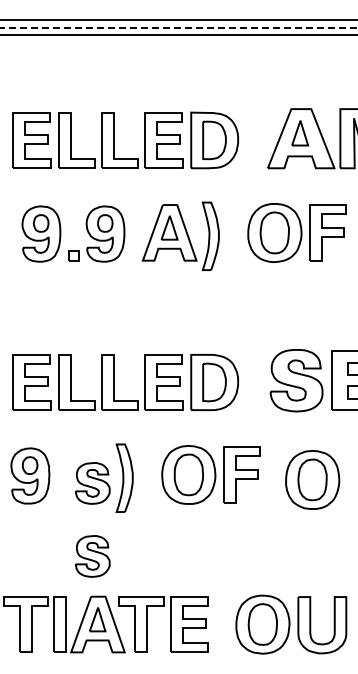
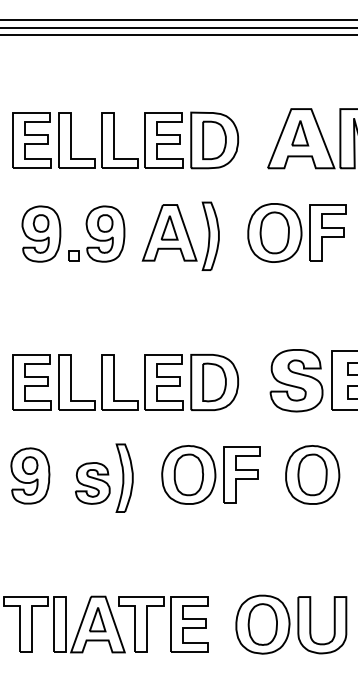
line at (178, 27): dashed -> solid
part at (312, 479) position: (312, 479) -> (312, 474)
part at (92, 556): present -> none
